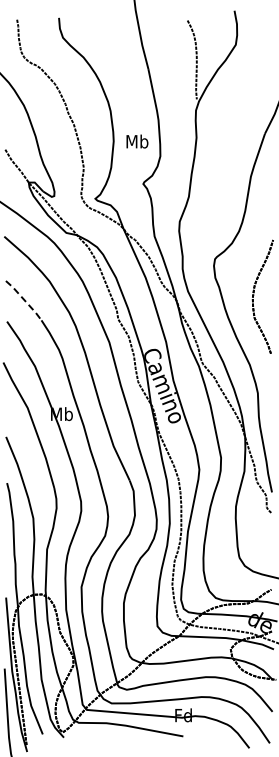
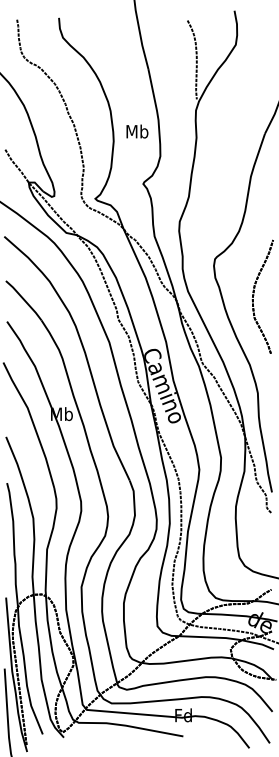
text at (137, 141) position: (137, 141) -> (137, 131)
line at (24, 300): dashed -> solid
